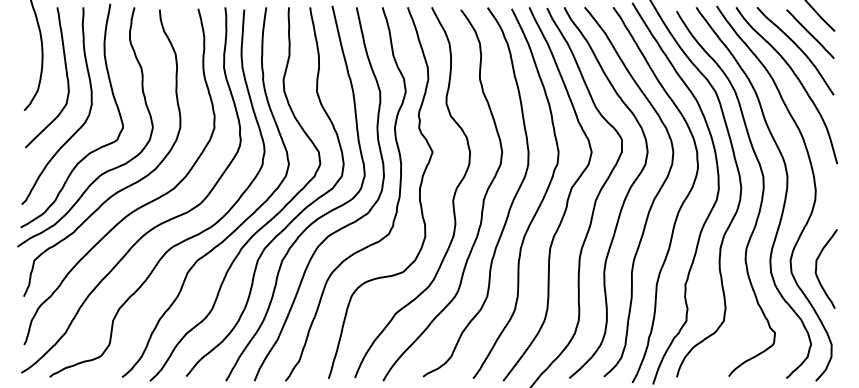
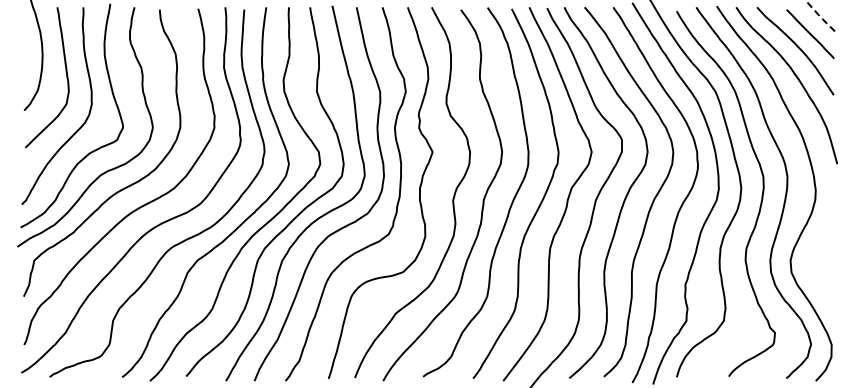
line at (820, 16): solid -> dashed
curve at (817, 267): present -> none
